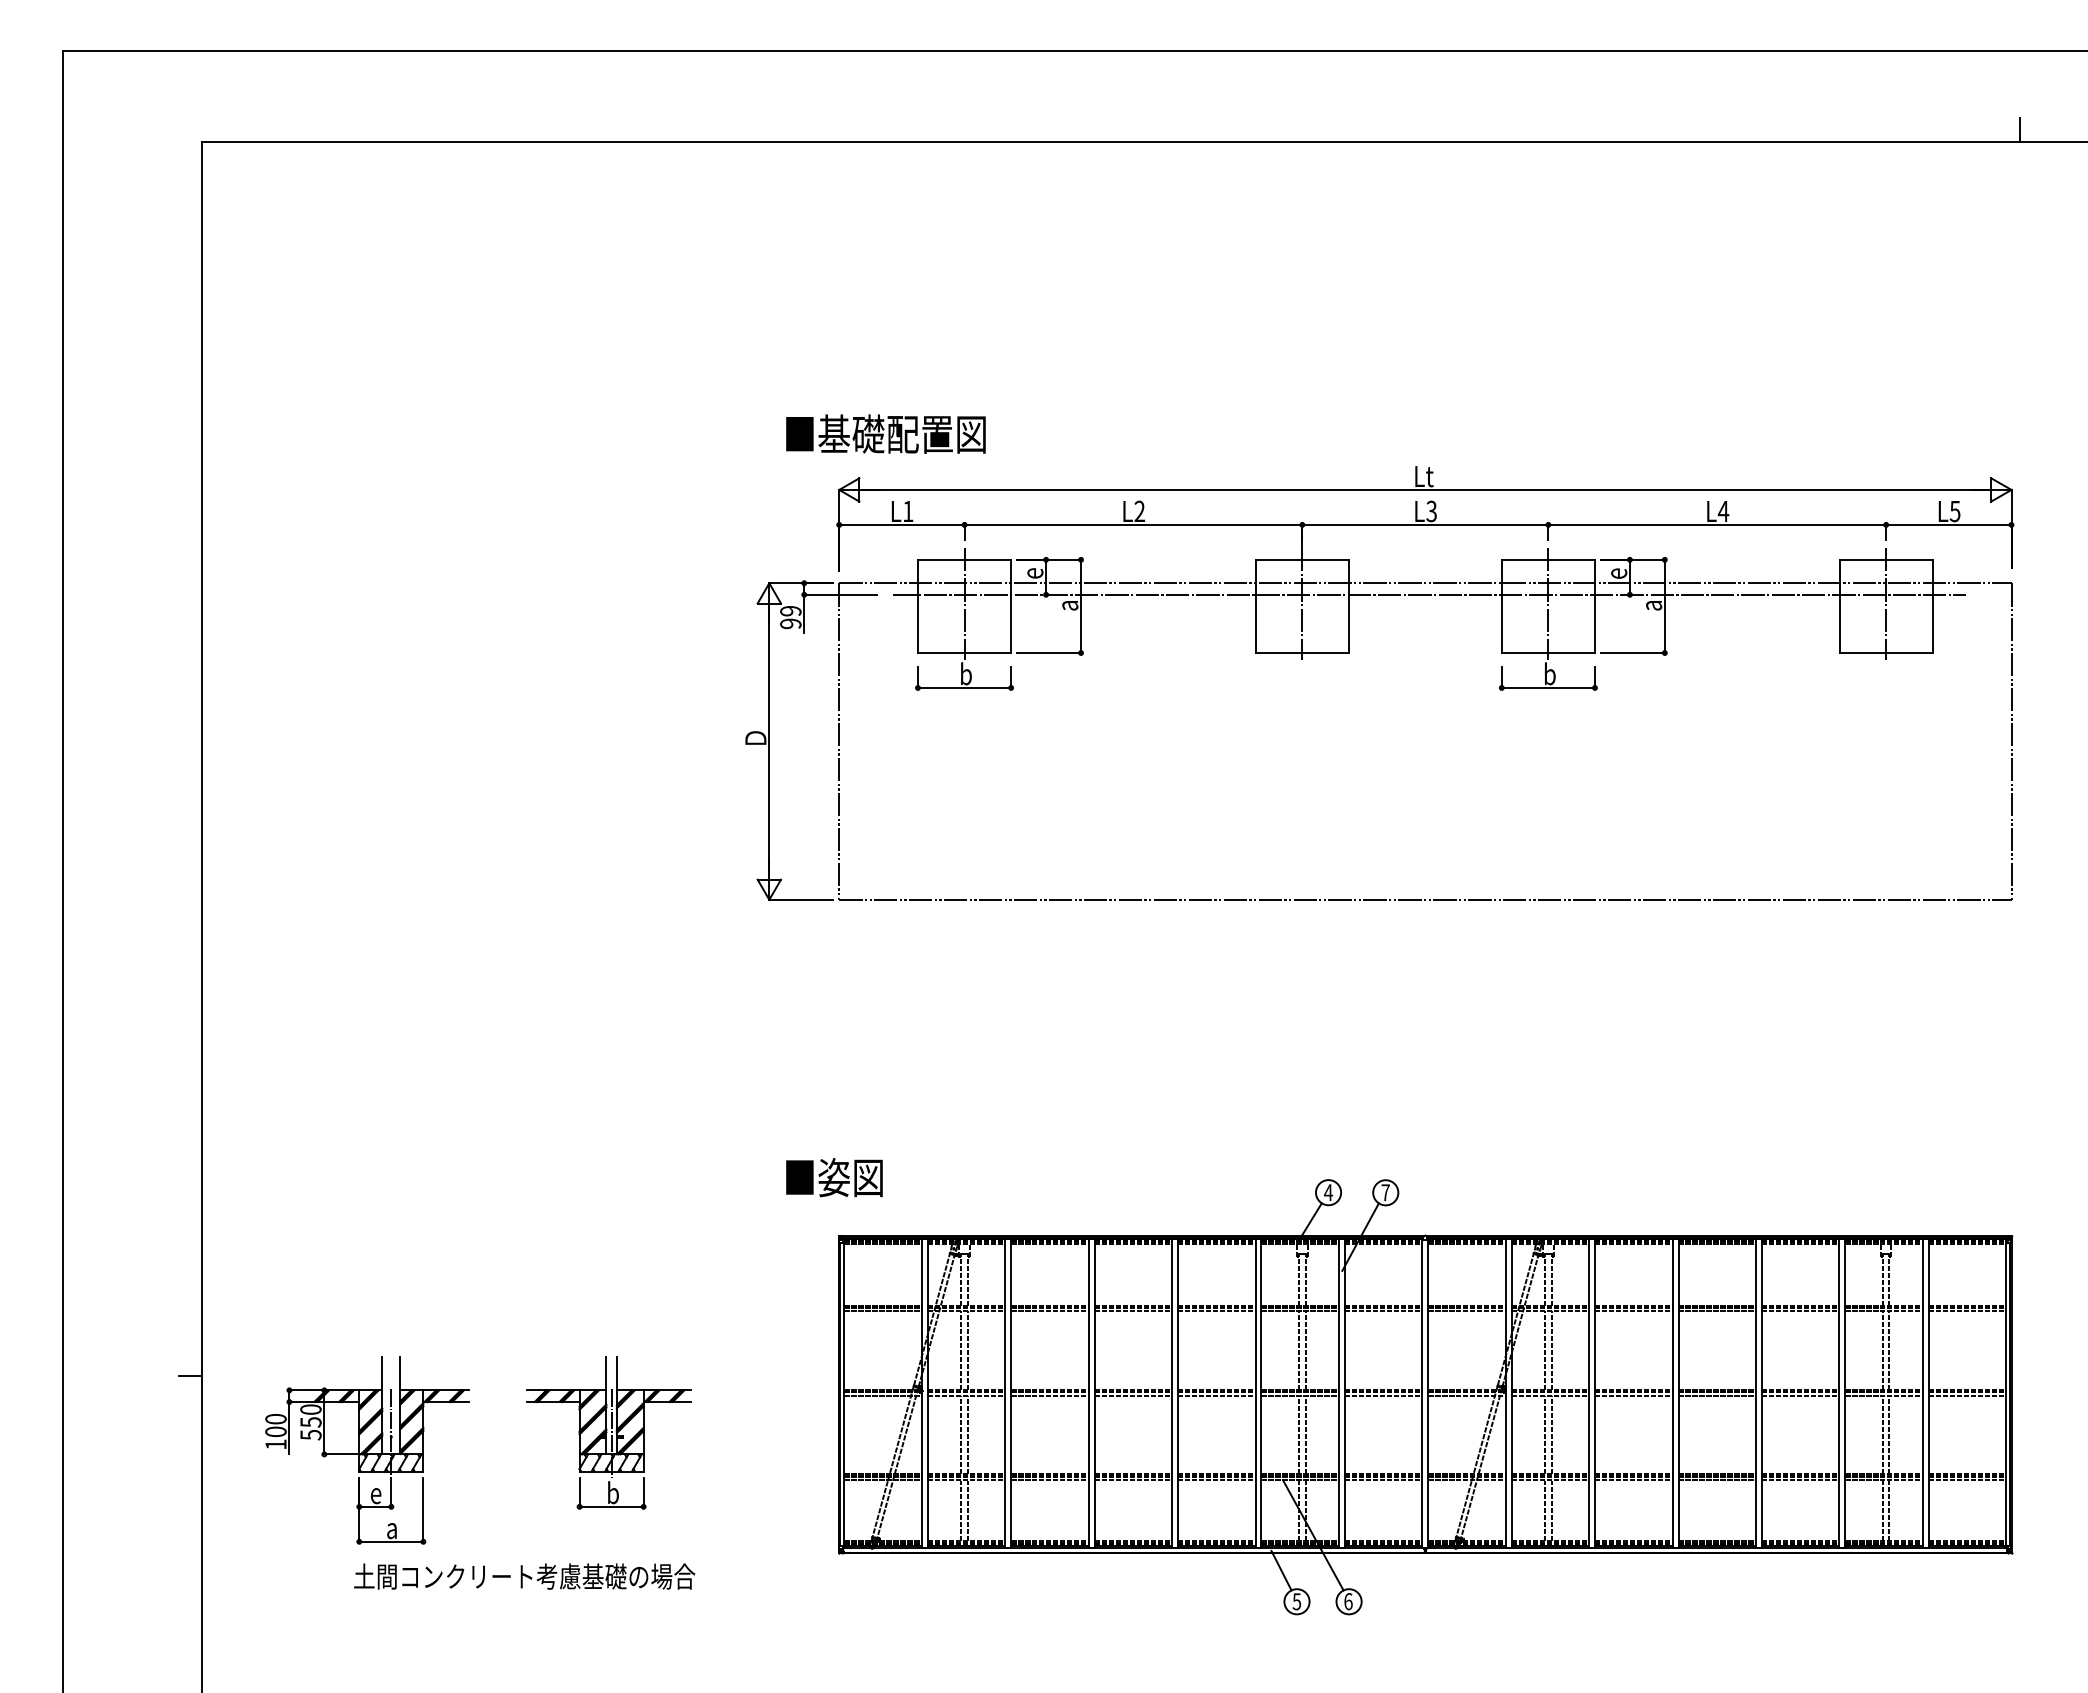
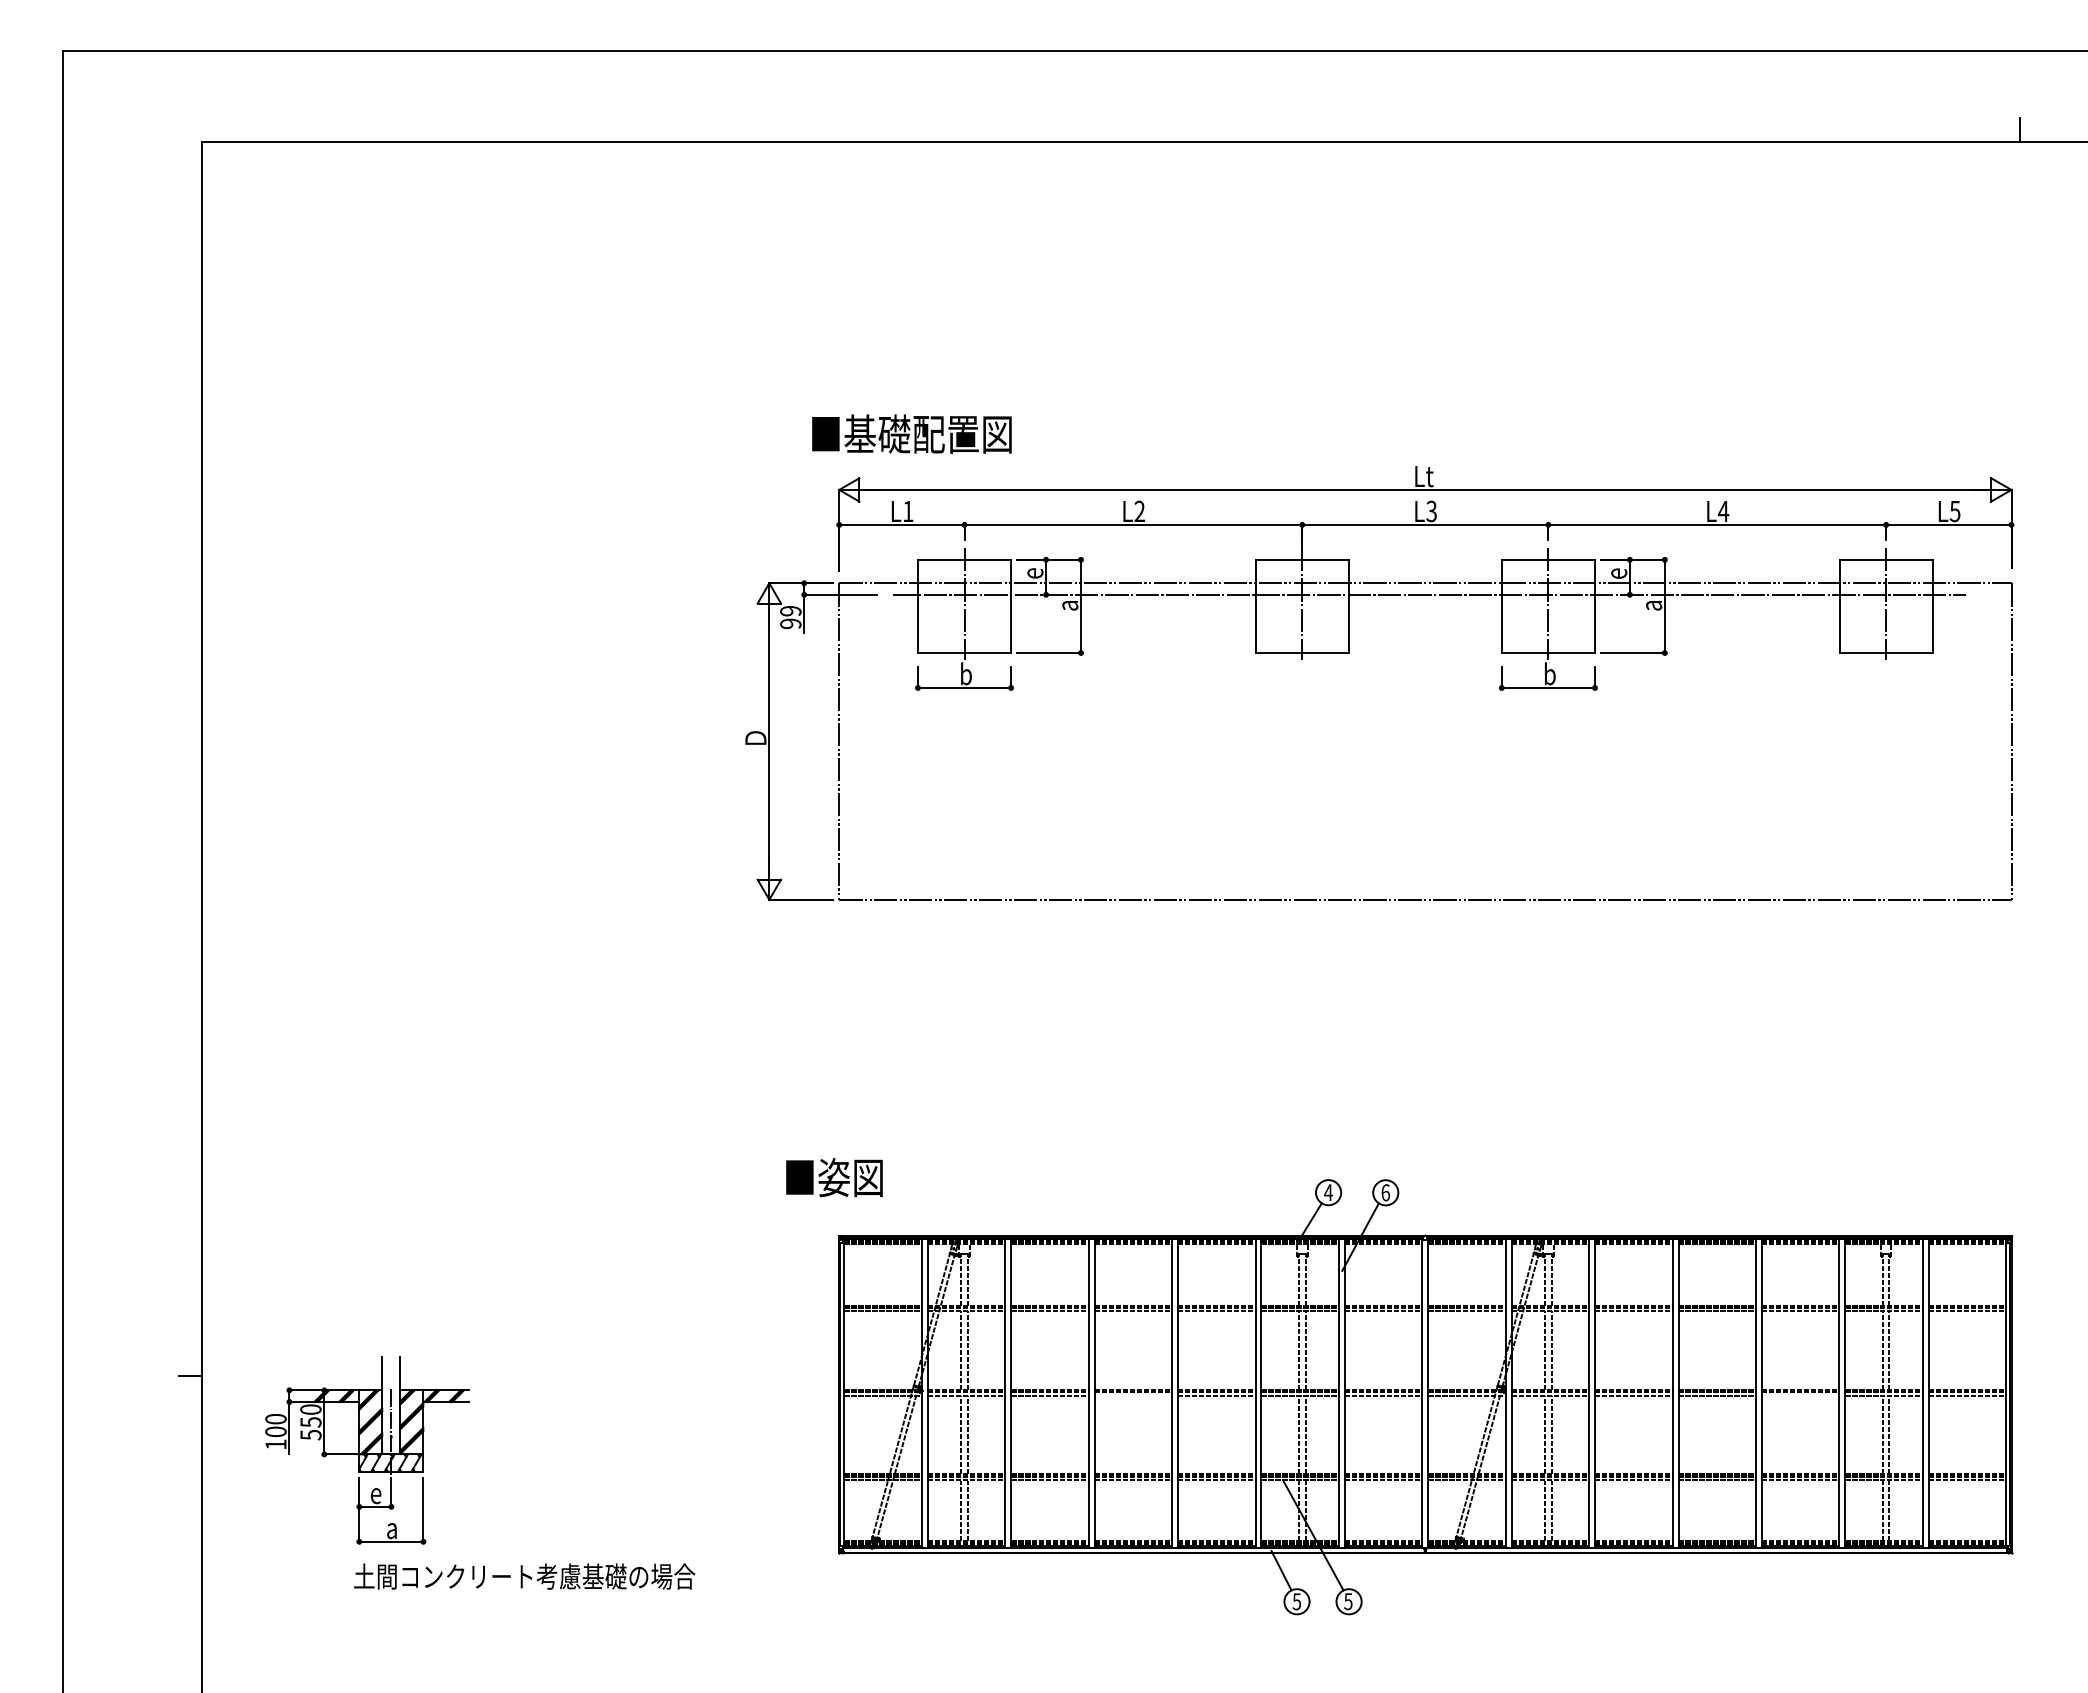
text at (885, 433) position: (885, 433) -> (911, 433)
text at (1385, 1192): 7 -> 6
line at (1133, 1395): present -> none
line at (1800, 1395): present -> none
part at (608, 1432): present -> none
text at (1348, 1601): 6 -> 5
